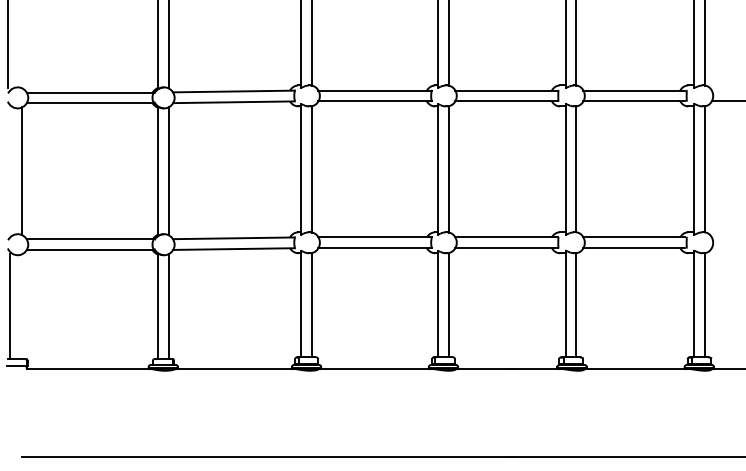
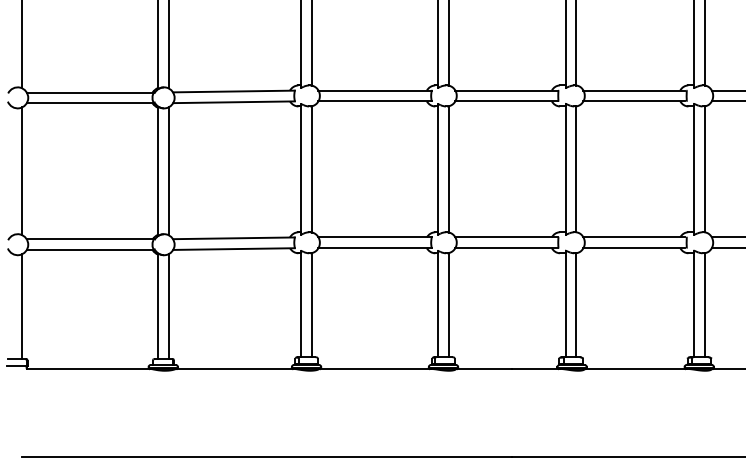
line at (8, 45) position: (8, 45) -> (22, 45)
line at (726, 90): none -> present
line at (726, 237): none -> present
line at (726, 248): none -> present
line at (10, 306) position: (10, 306) -> (22, 306)
